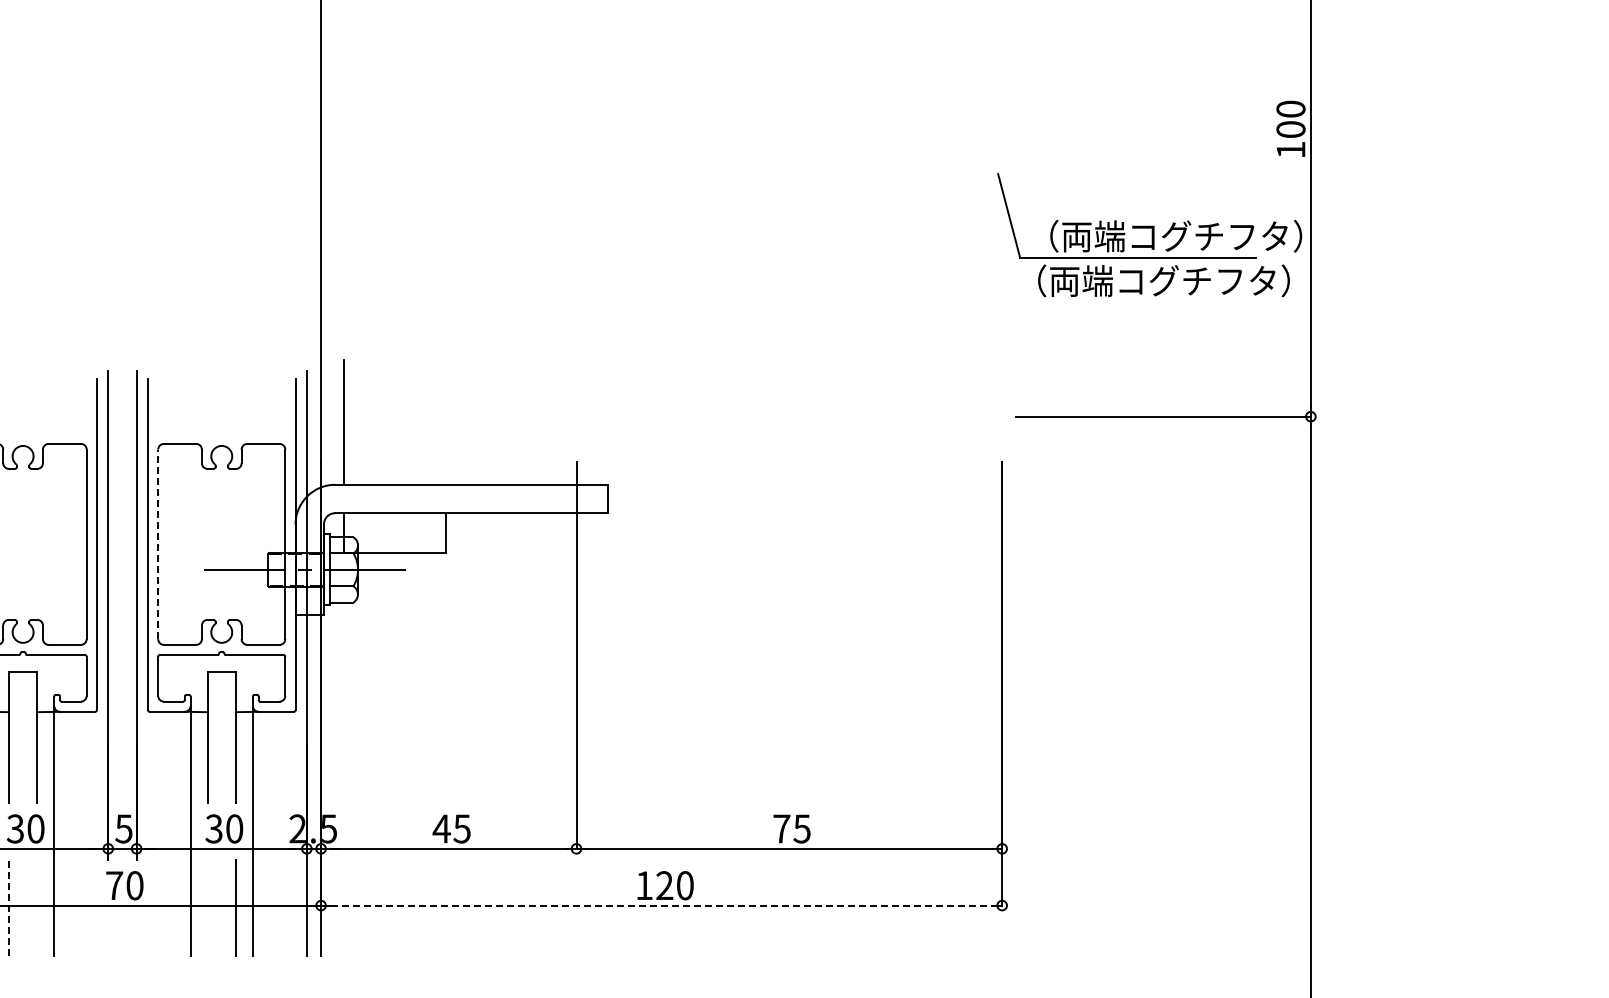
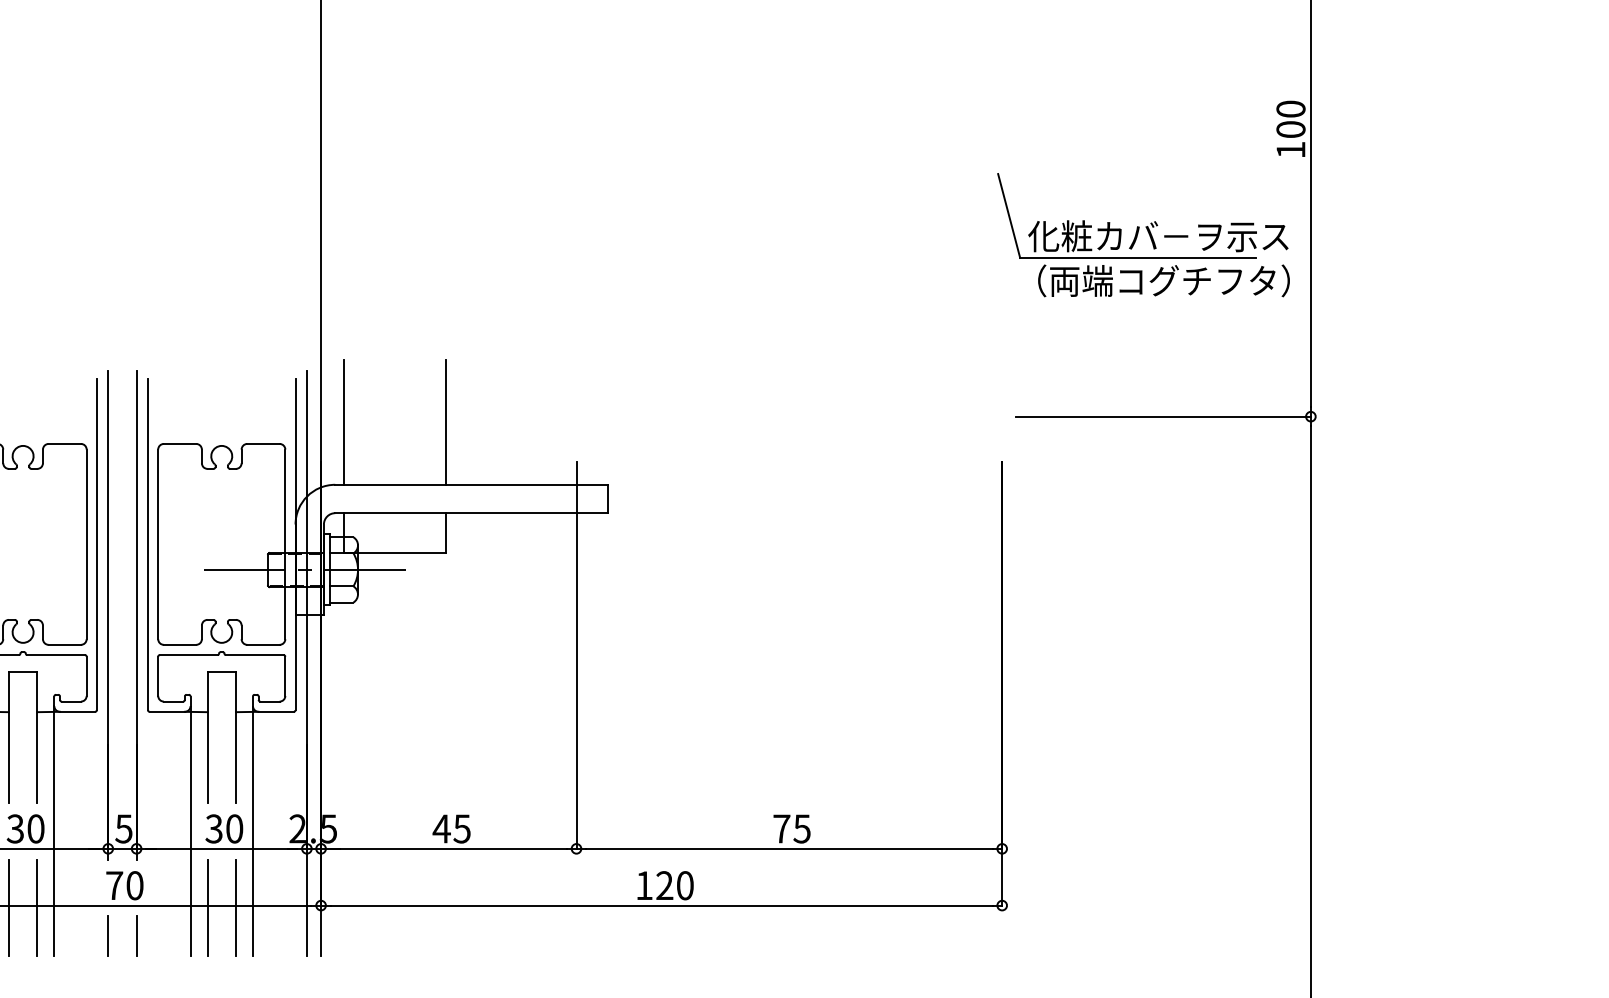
text at (1165, 235): （両端コグチフタ） -> 化粧カバ－ヲ示ス
line at (445, 421): none -> present
line at (158, 544): dashed -> solid
line at (661, 905): dashed -> solid
line at (37, 907): none -> present
line at (207, 907): none -> present
line at (8, 908): dashed -> solid
line at (108, 935): none -> present
line at (136, 935): none -> present
